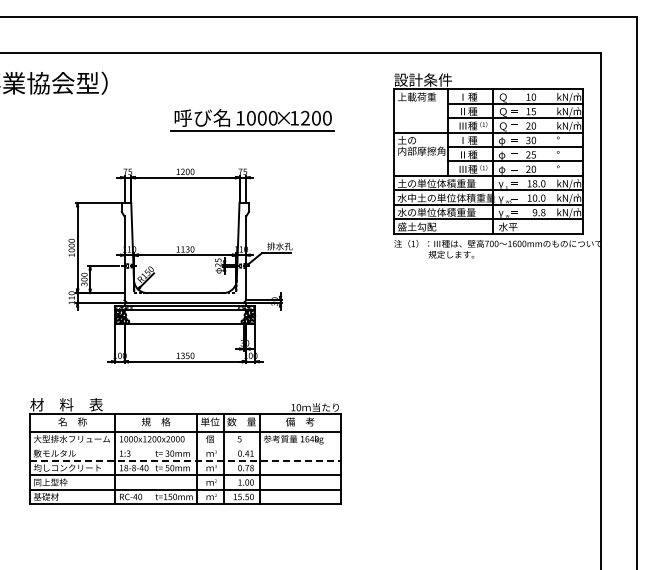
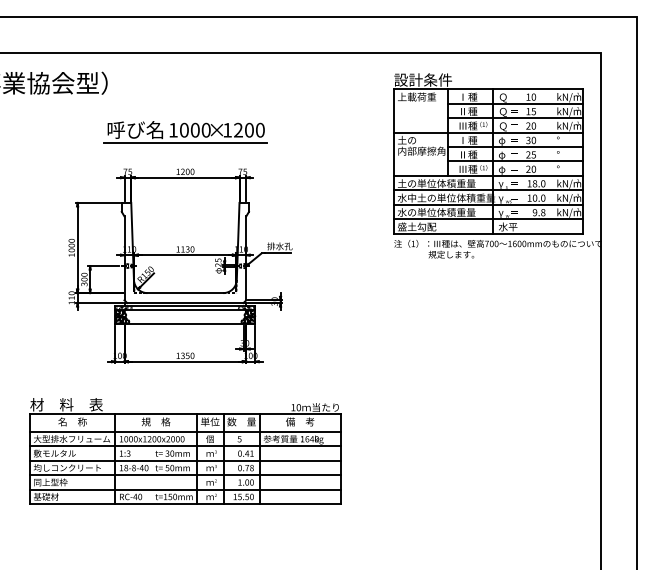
part at (252, 120) position: (252, 120) -> (185, 132)
line at (184, 446): none -> present
line at (185, 460): dashed -> solid
